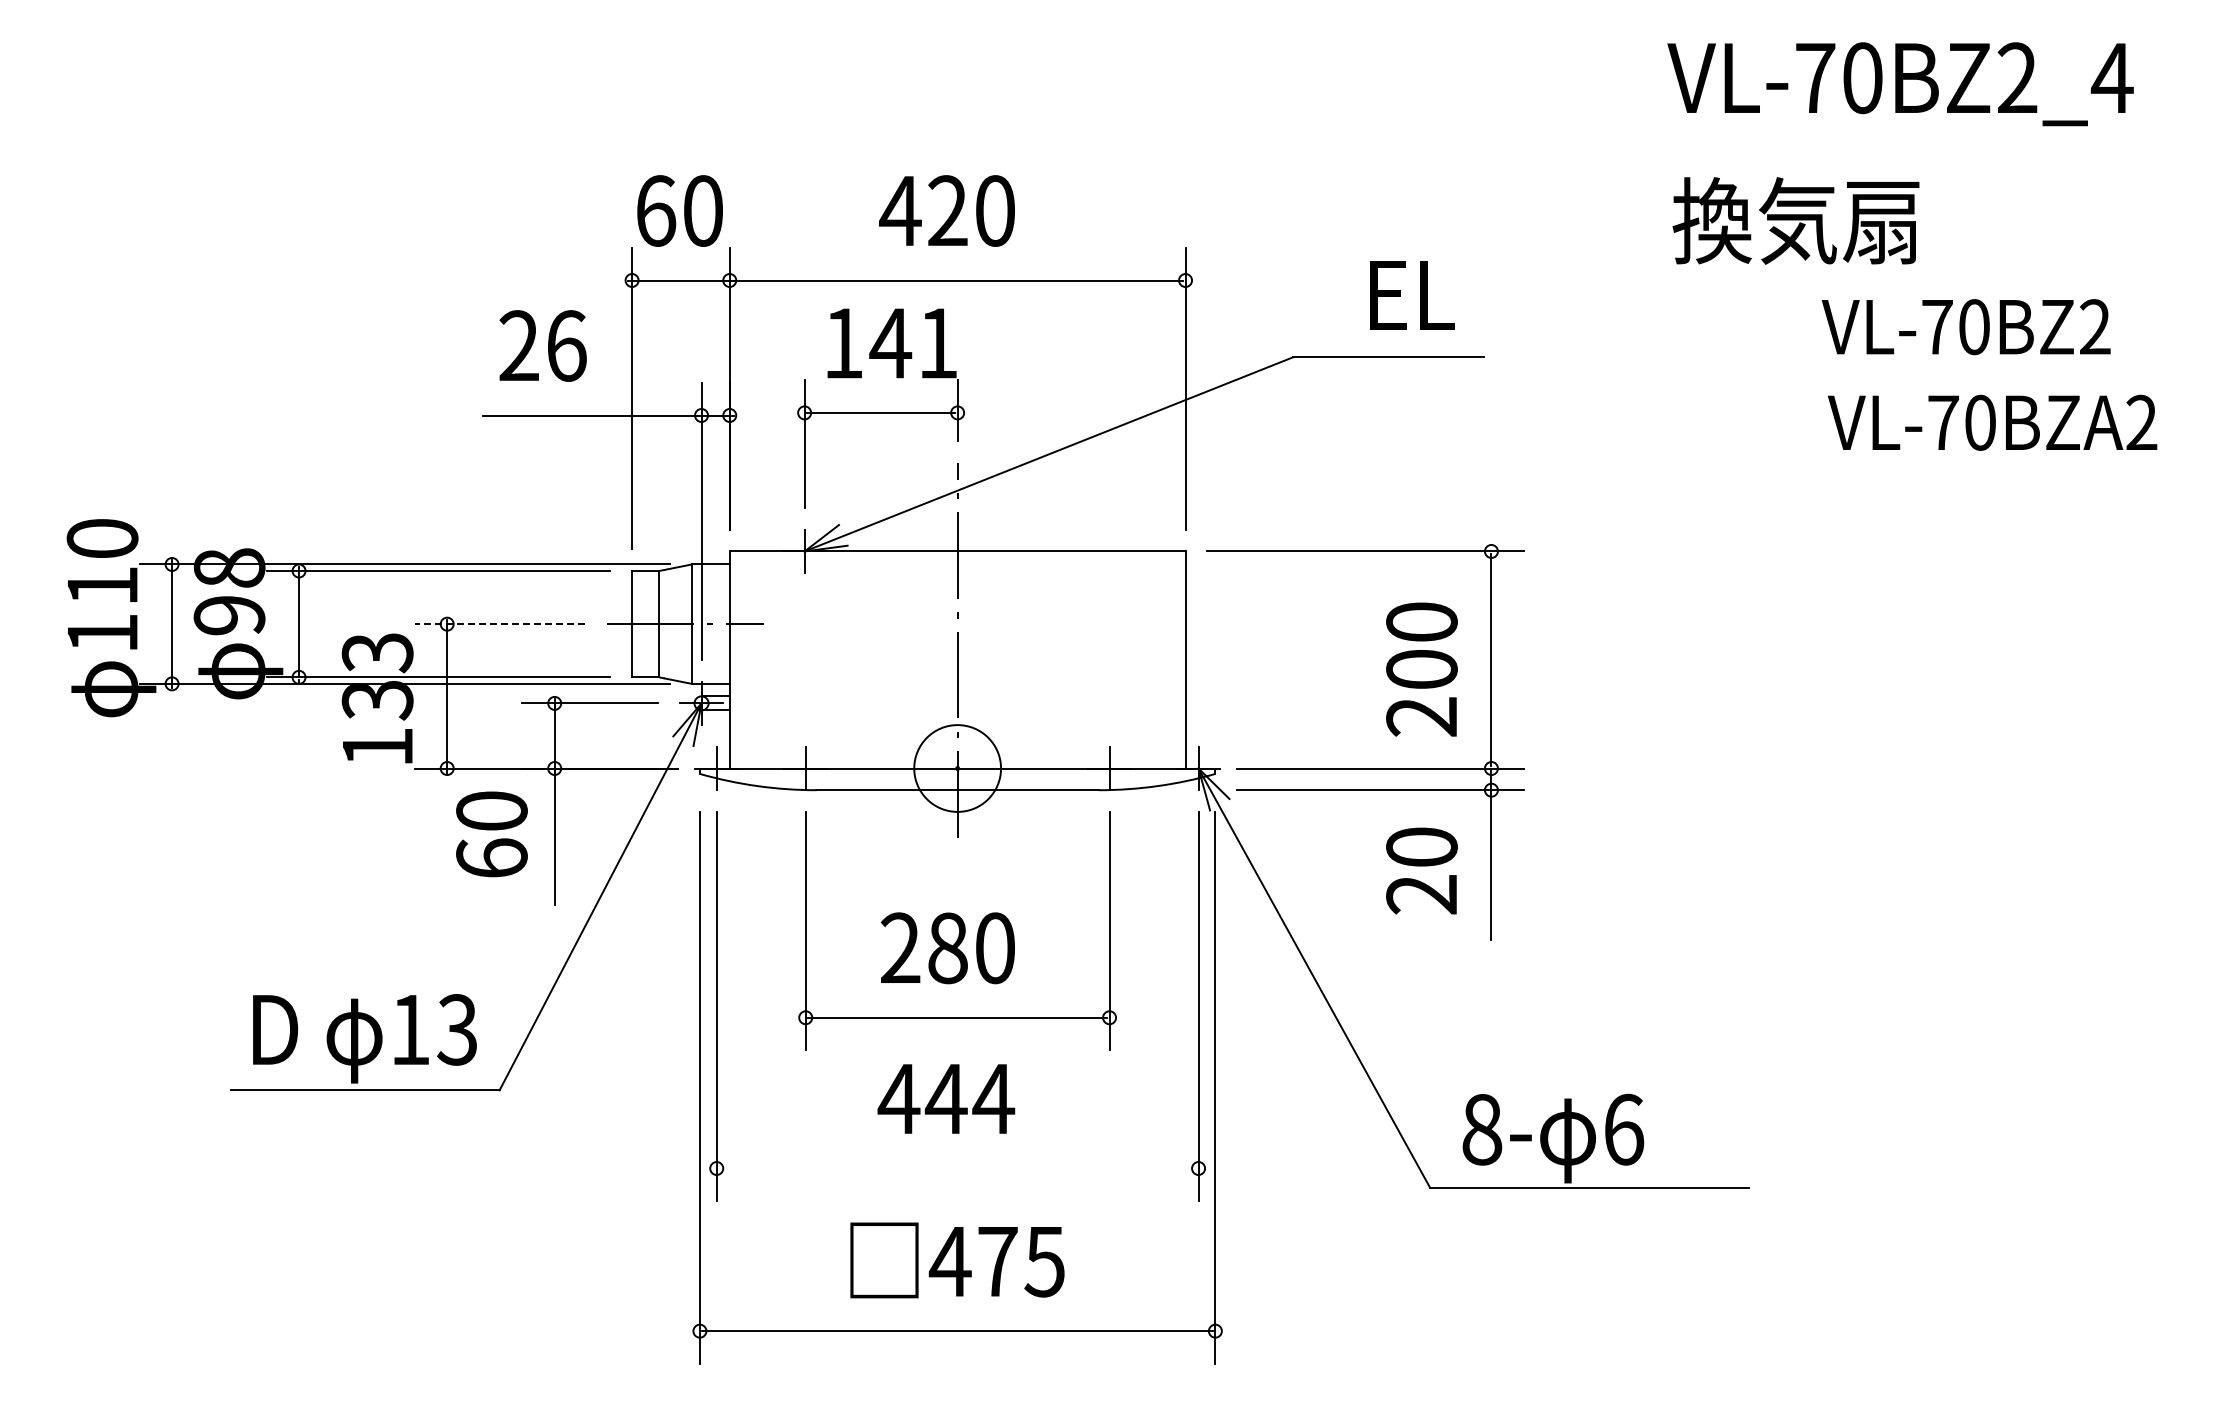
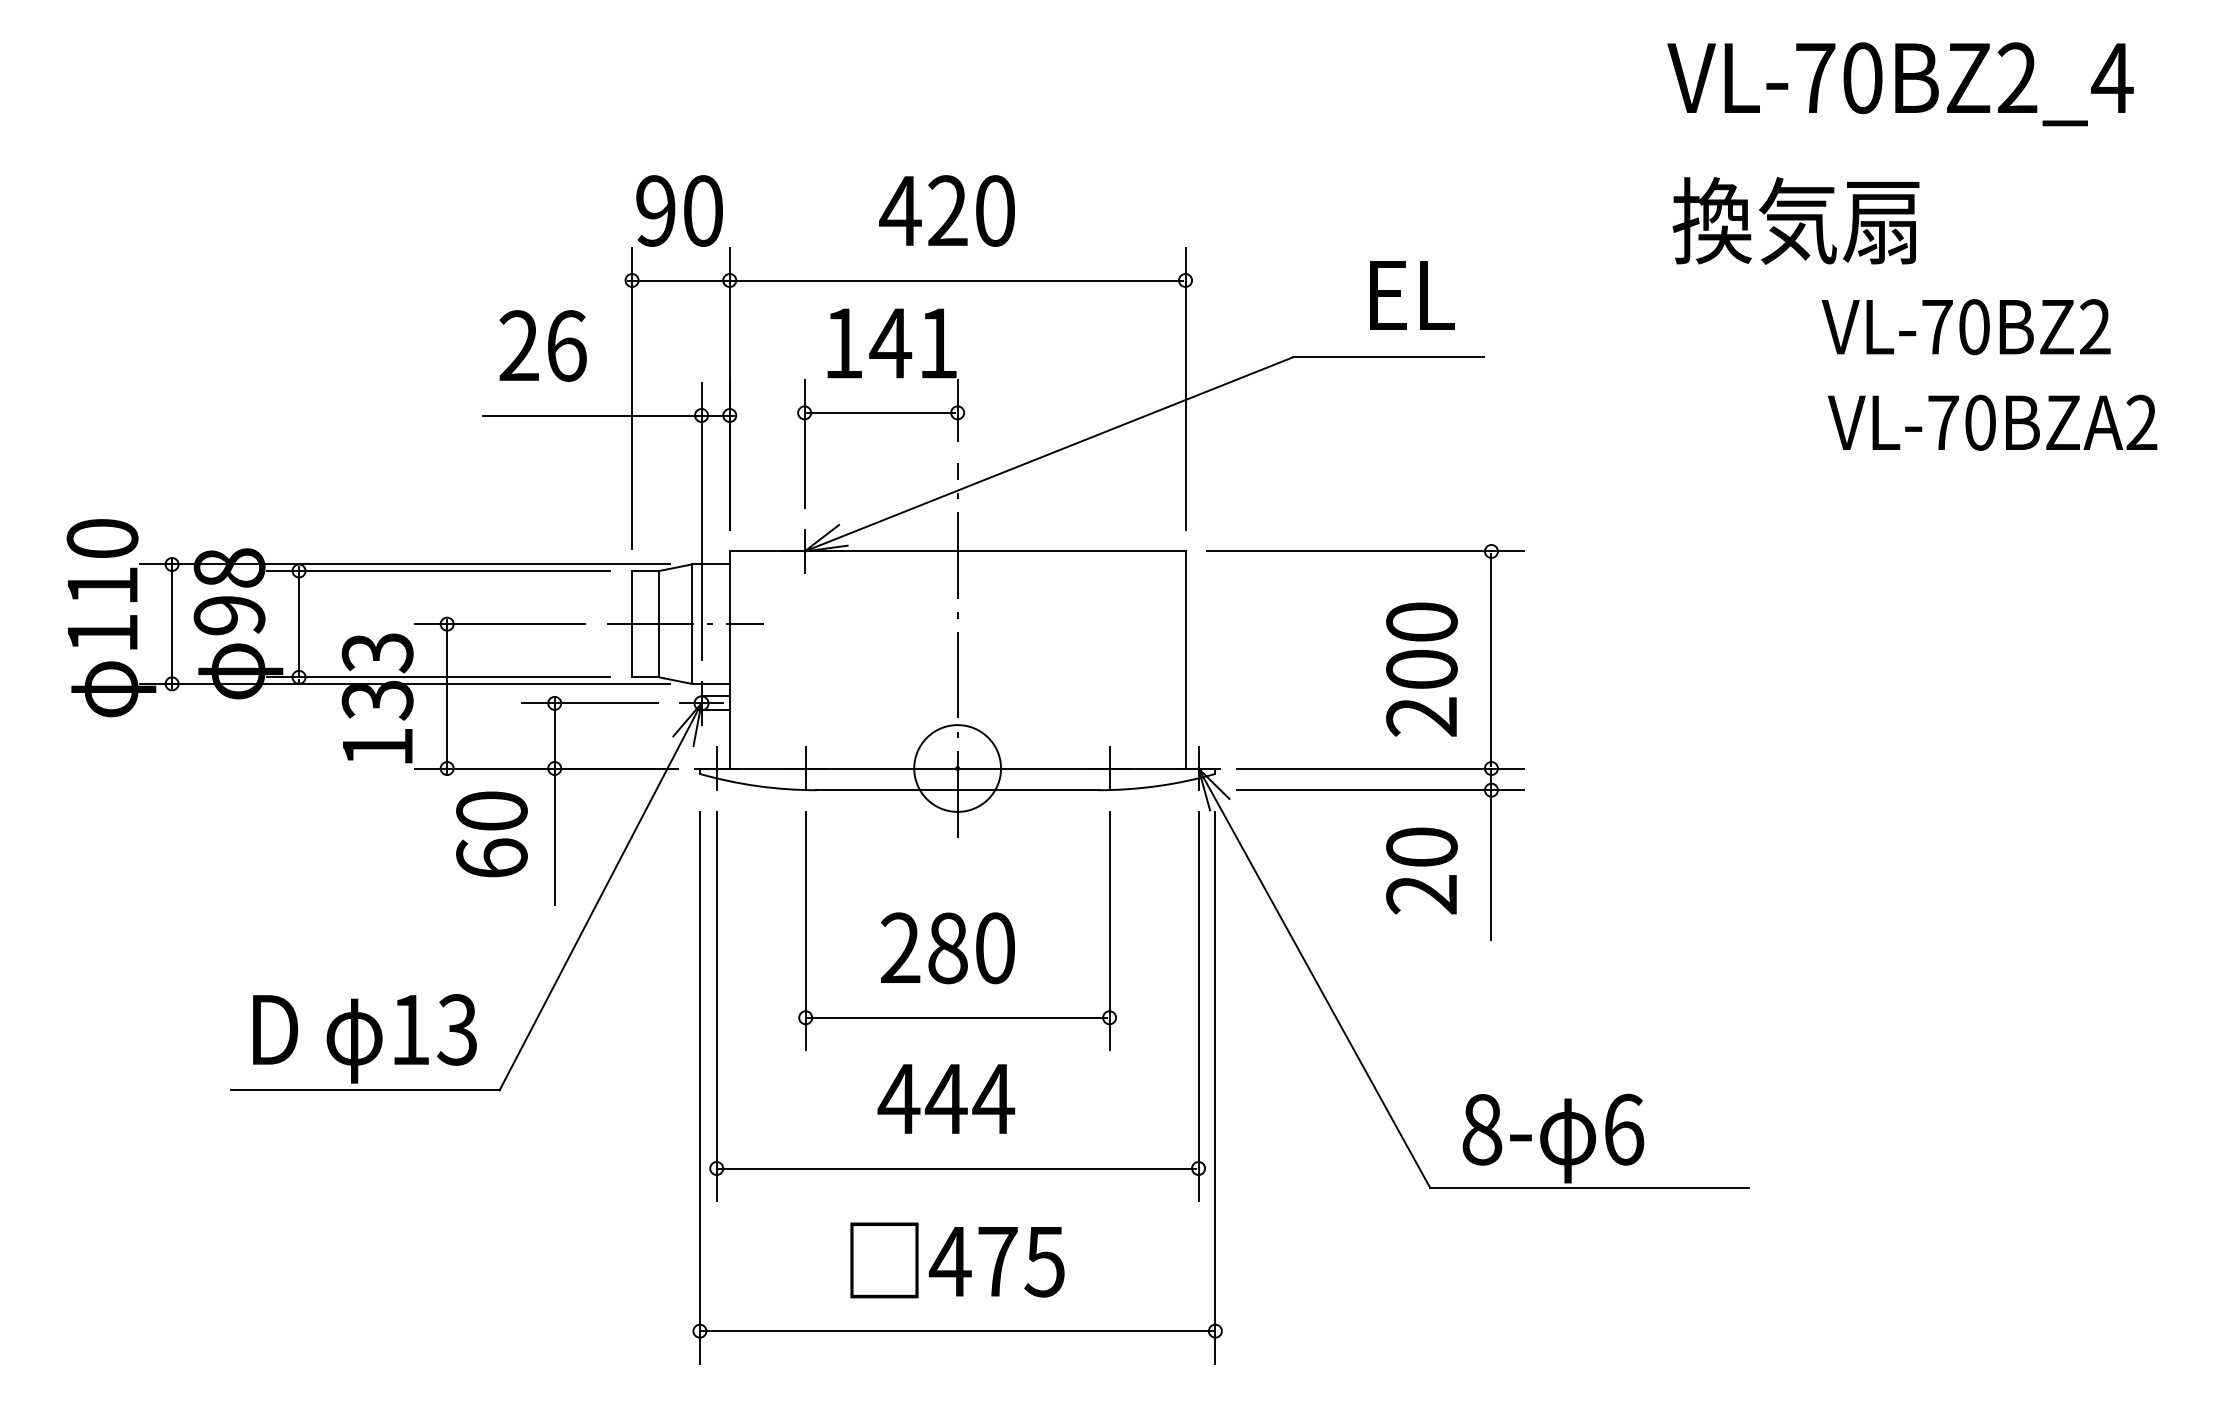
text at (656, 210): 60 -> 90
line at (499, 624): dashed -> solid
line at (957, 1168): none -> present
